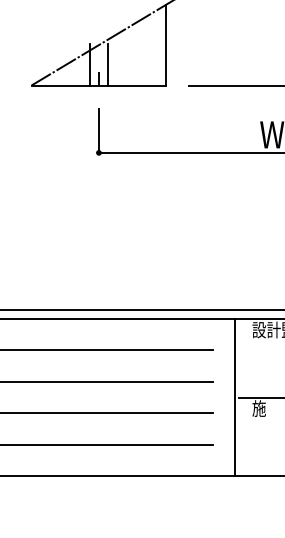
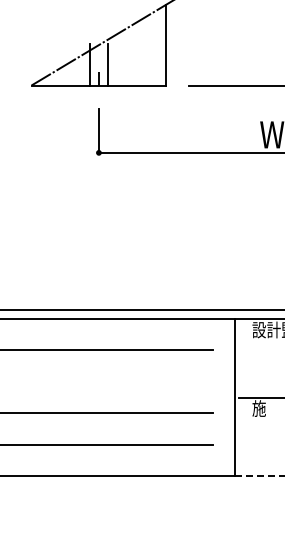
line at (107, 381): present -> none
line at (260, 476): solid -> dashed
